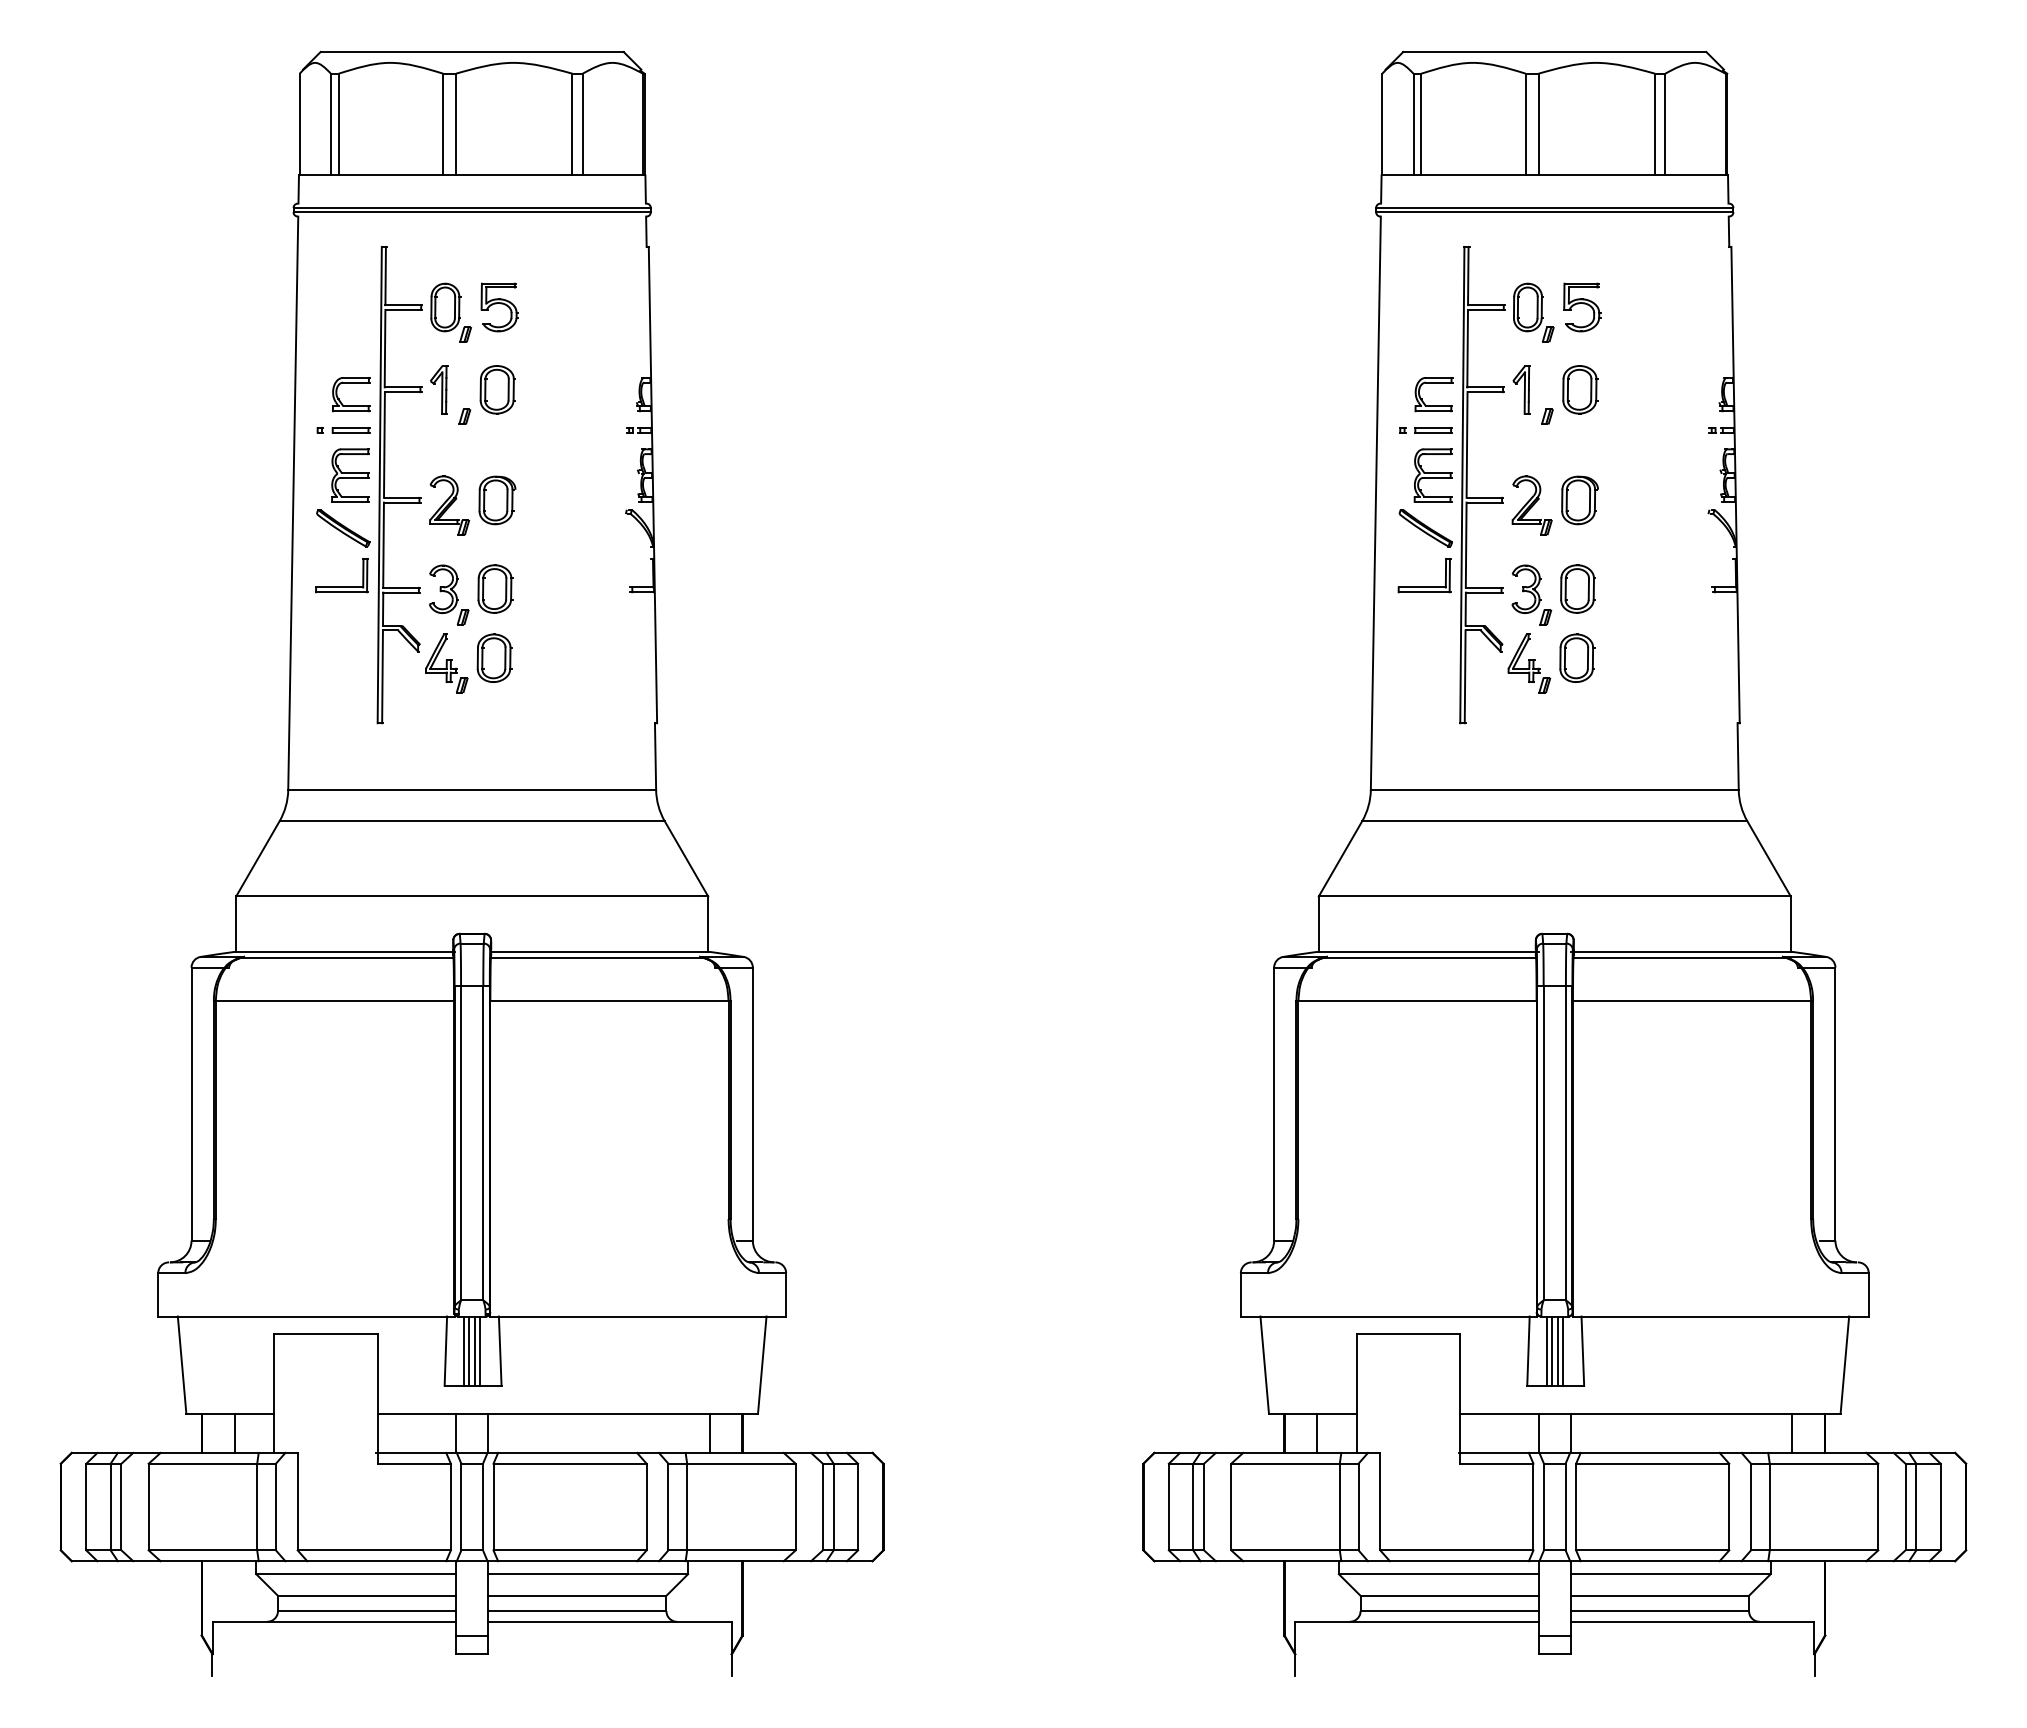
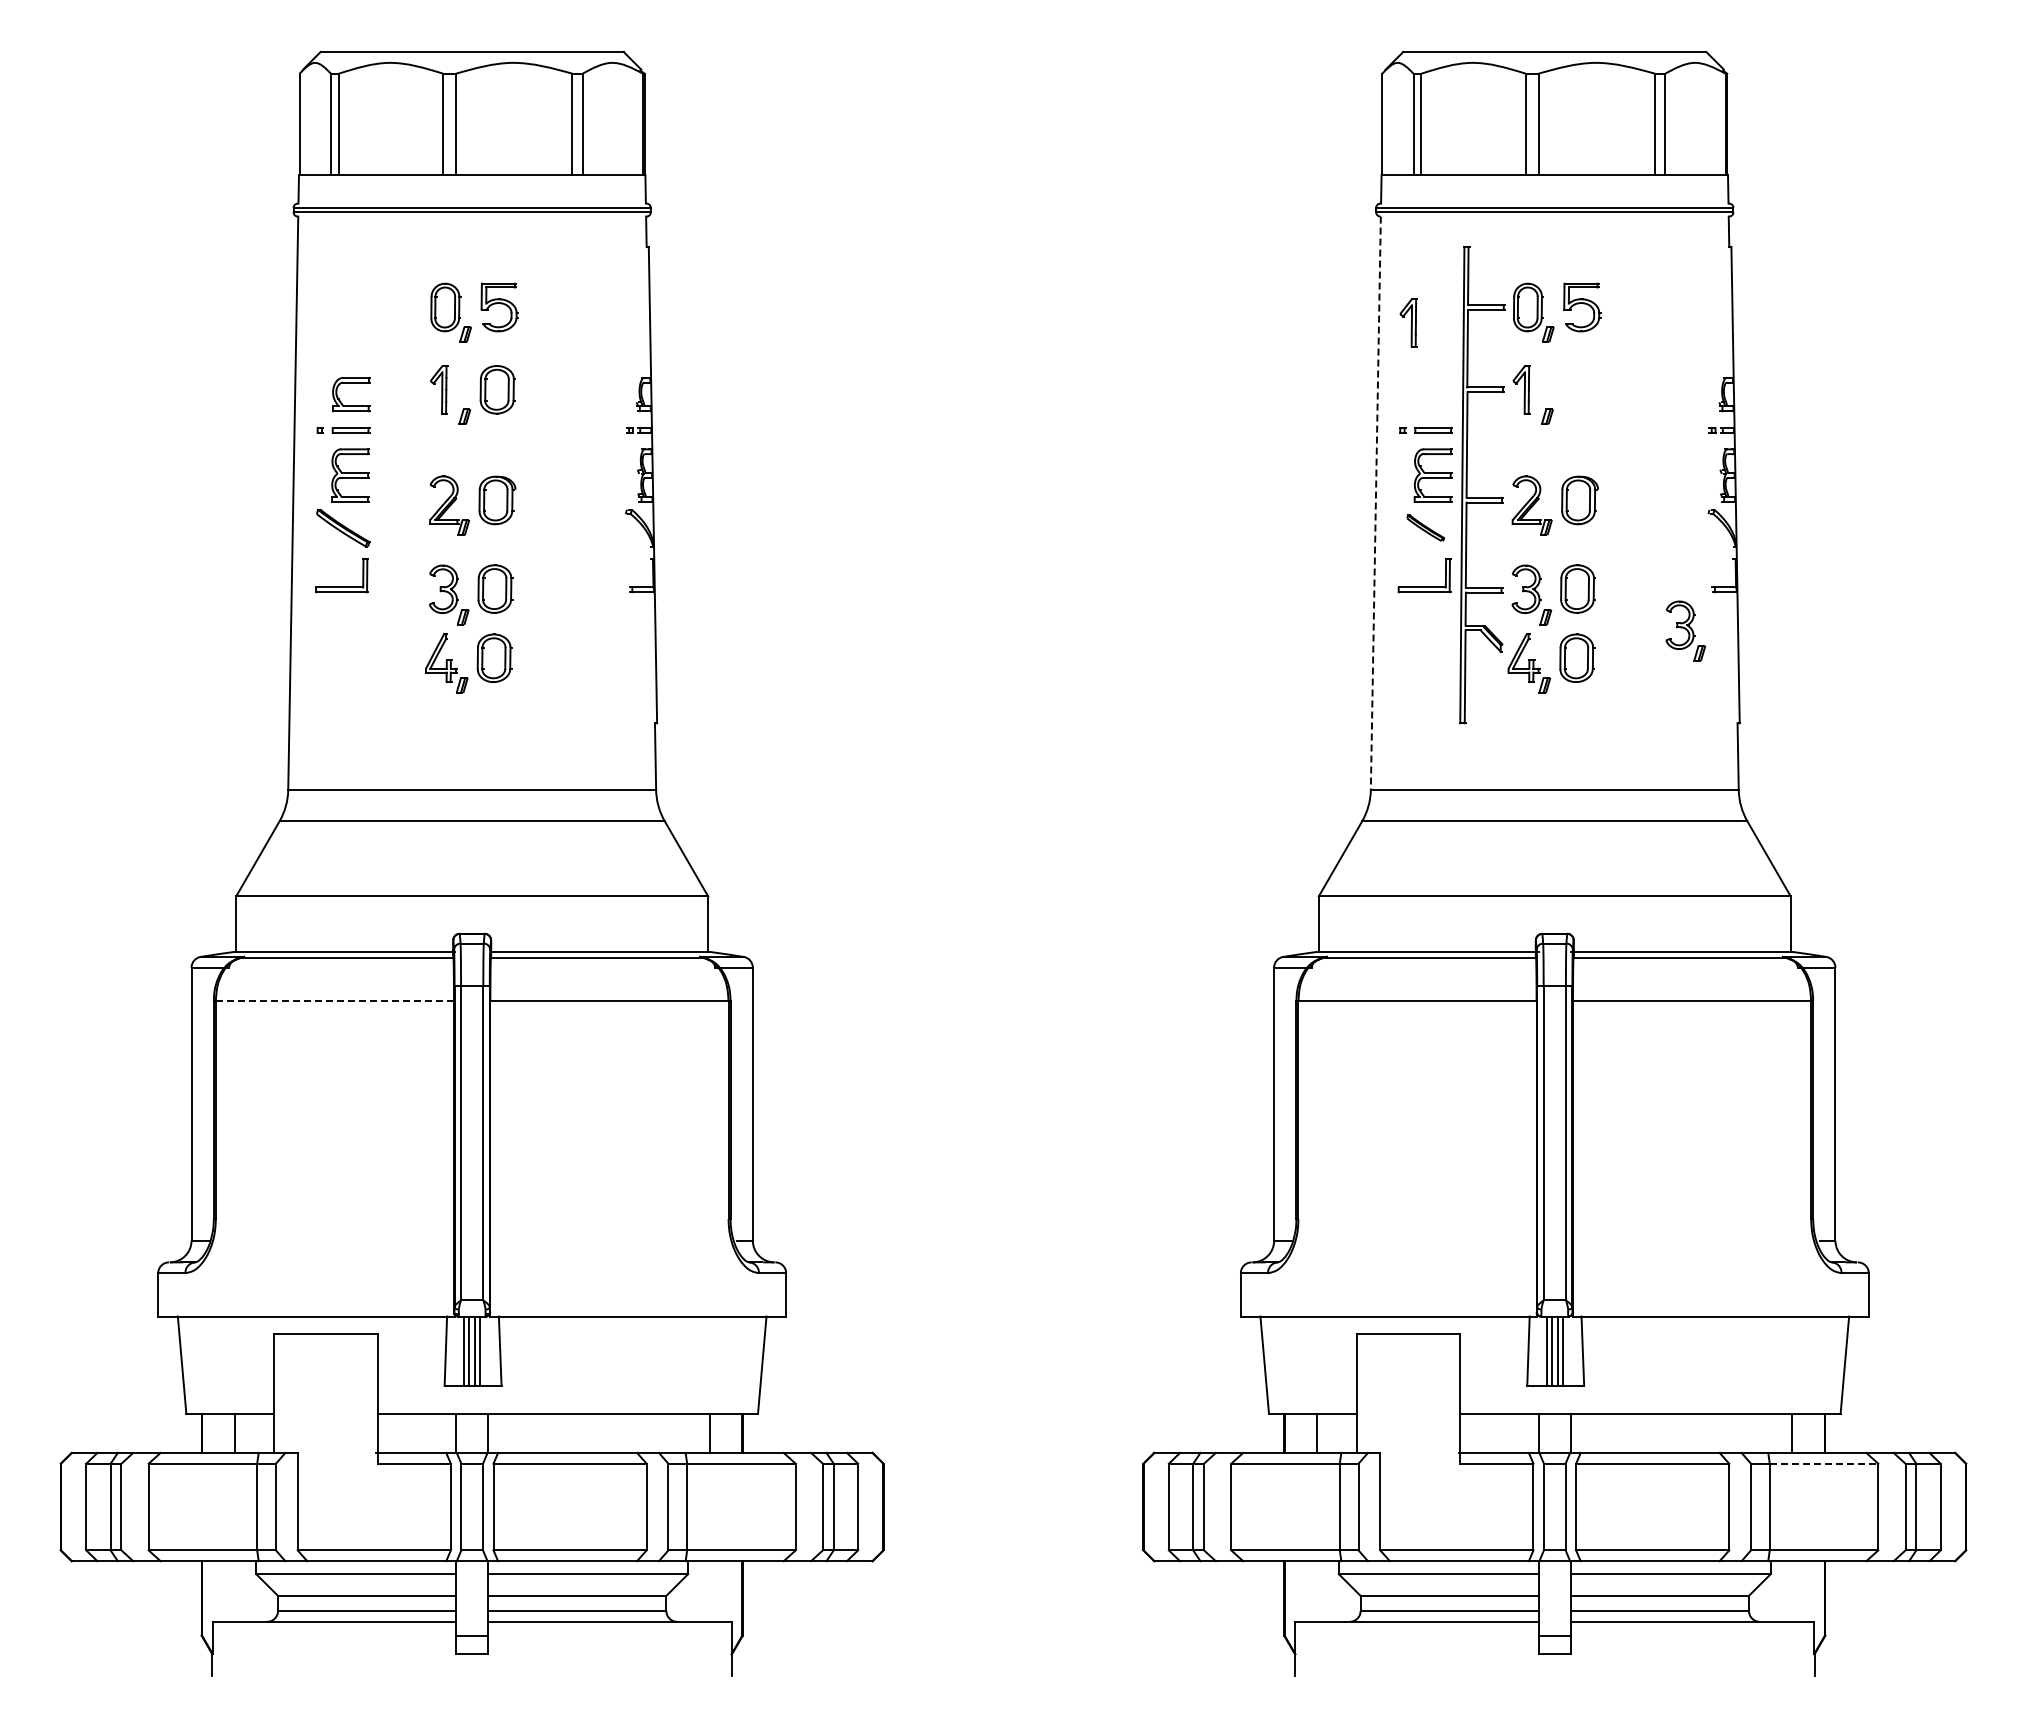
part at (1408, 322): none -> present
part at (1433, 383): present -> none
part at (1580, 389): present -> none
part at (399, 497): present -> none
line at (1375, 503): solid -> dashed
part at (1425, 528) size: 55x39 px -> 39x28 px
part at (1685, 630): none -> present
line at (334, 1000): solid -> dashed
line at (1824, 1463): solid -> dashed
